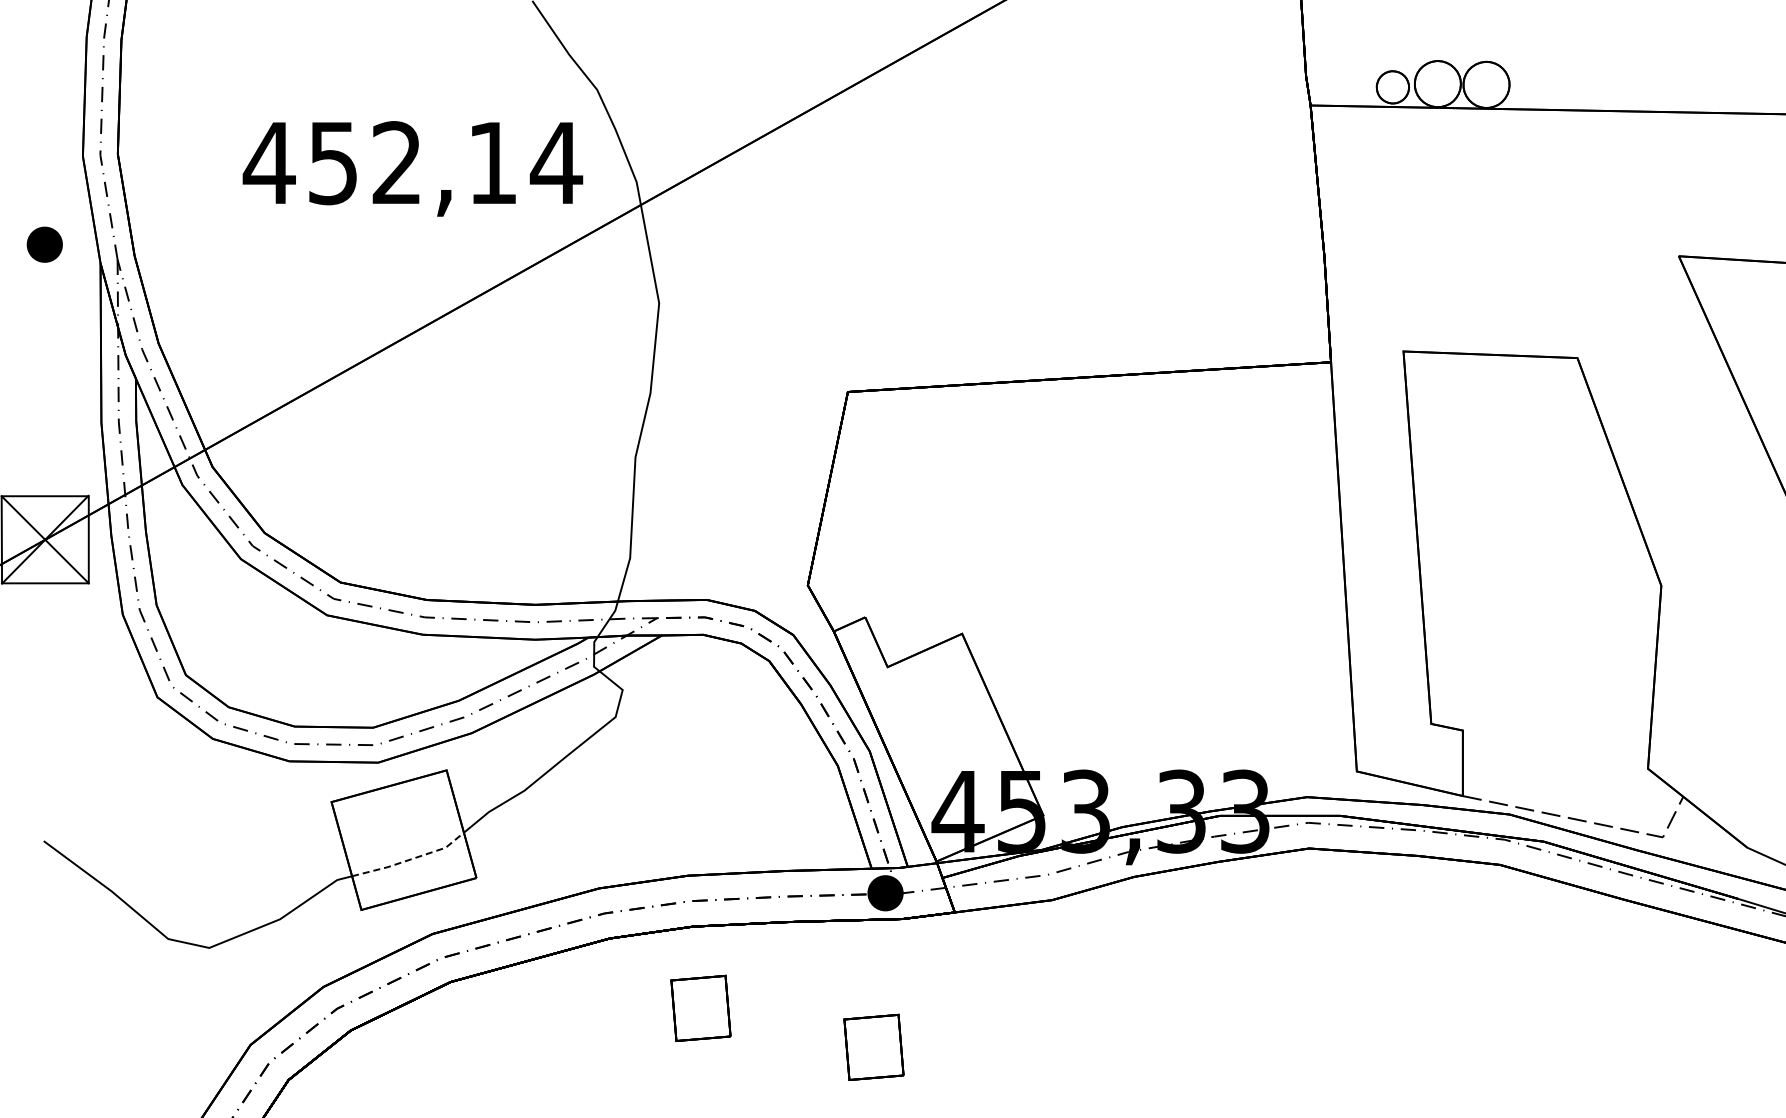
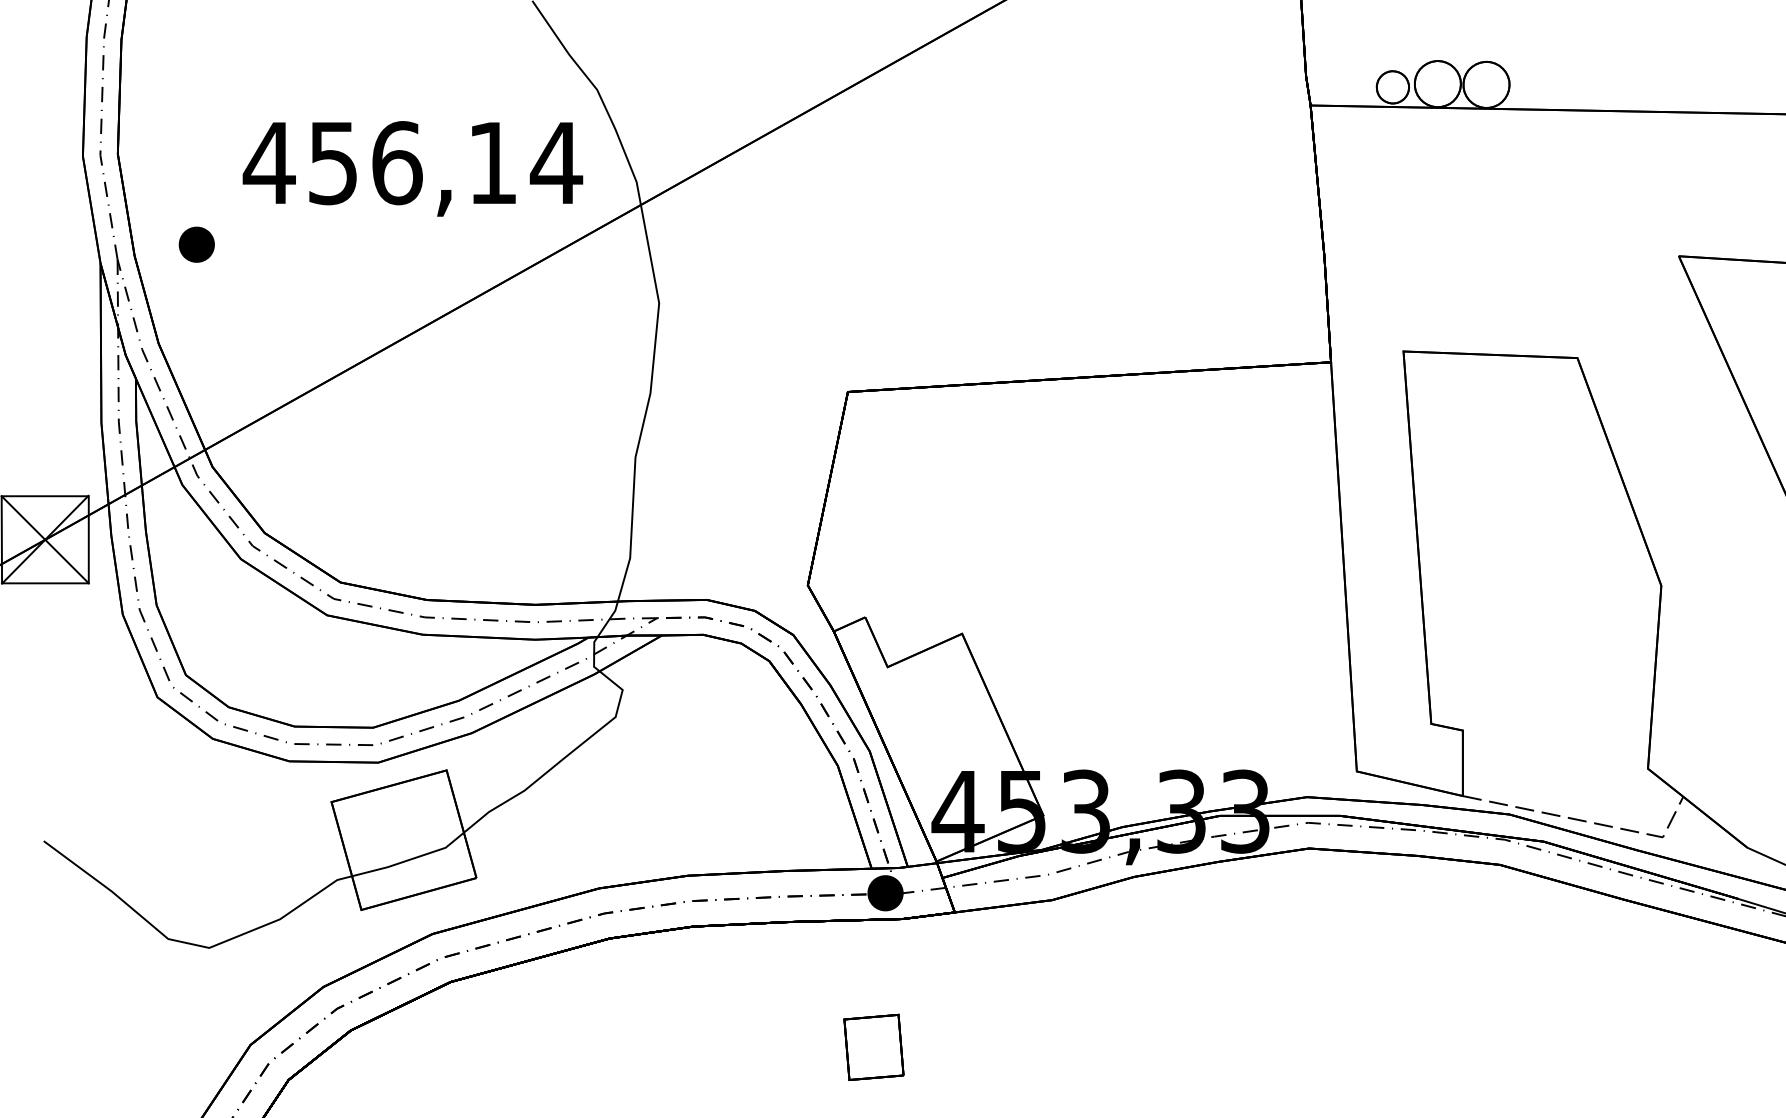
text at (397, 163): 452,14 -> 456,14
part at (44, 244) position: (44, 244) -> (196, 244)
line at (411, 859): dashed -> solid
part at (700, 1007): present -> none
